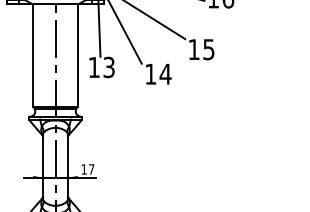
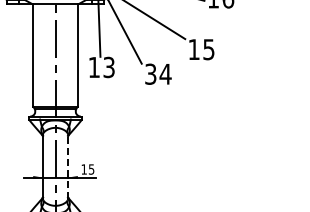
text at (150, 73): 14 -> 34
line at (68, 166): solid -> dashed
text at (91, 169): 17 -> 15
